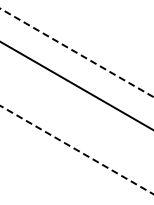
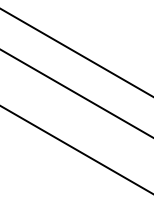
line at (77, 53): dashed -> solid
line at (76, 85) position: (76, 85) -> (76, 93)
line at (77, 150): dashed -> solid
